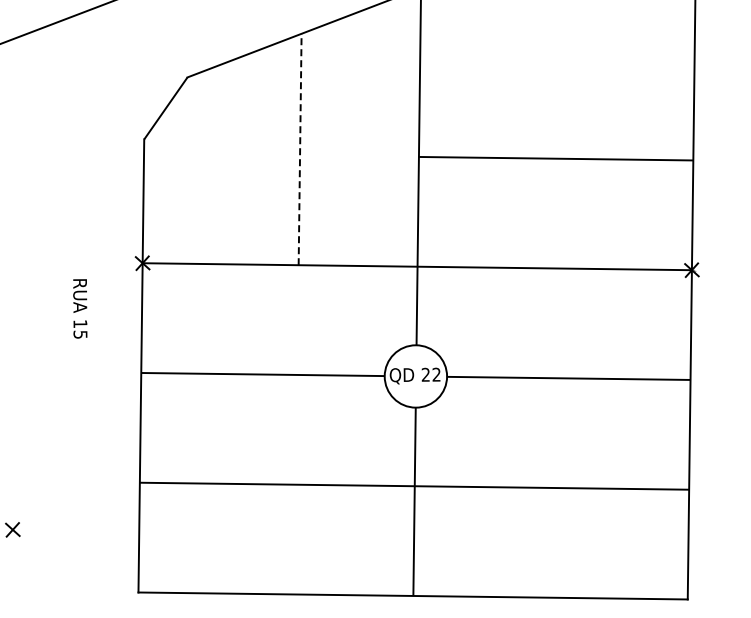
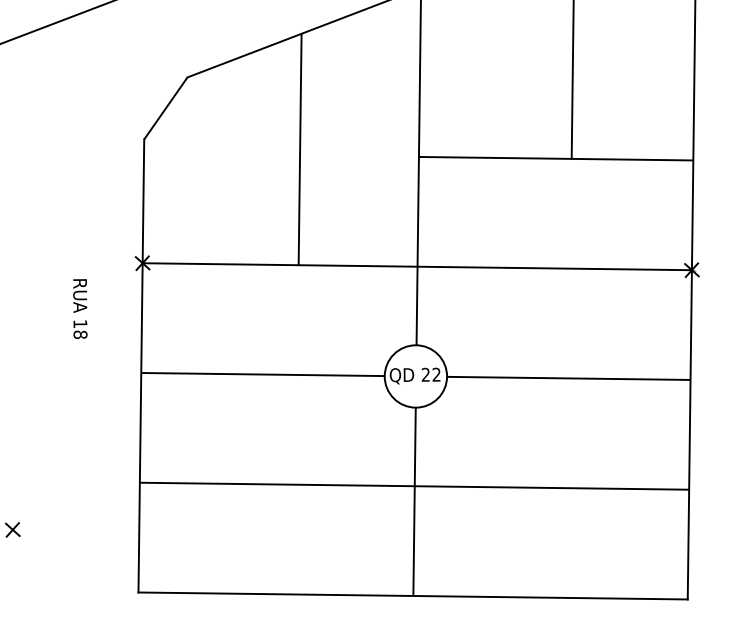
line at (572, 80): none -> present
line at (300, 149): dashed -> solid
text at (80, 334): 15 -> 18
